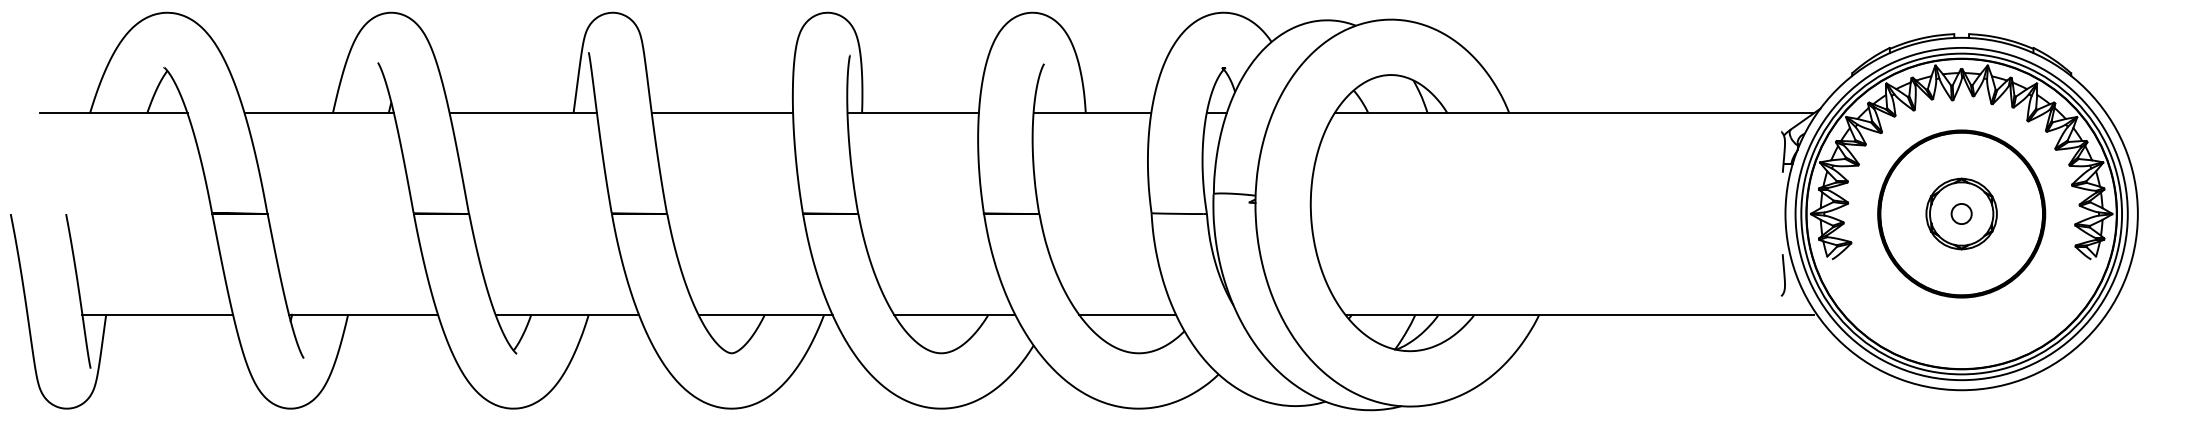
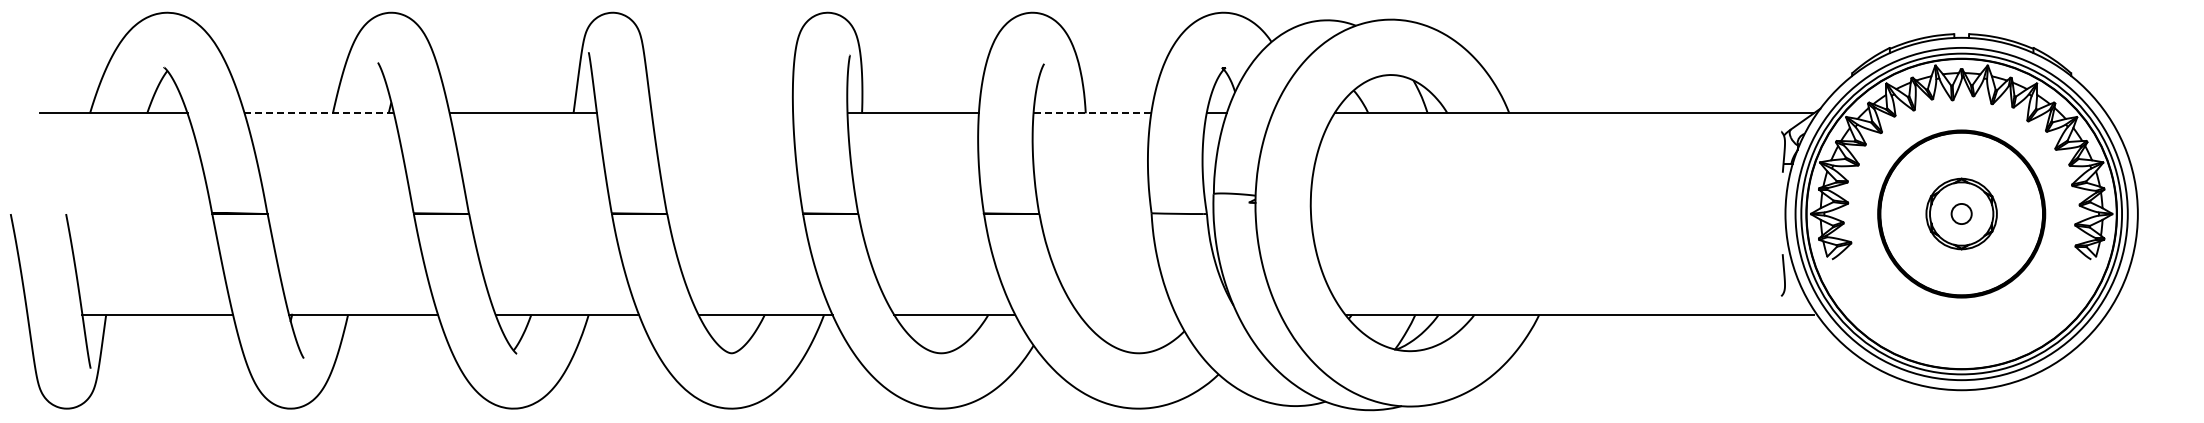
line at (319, 113): solid -> dashed
line at (722, 113): present -> none
line at (1092, 113): solid -> dashed
line at (1127, 314): present -> none
